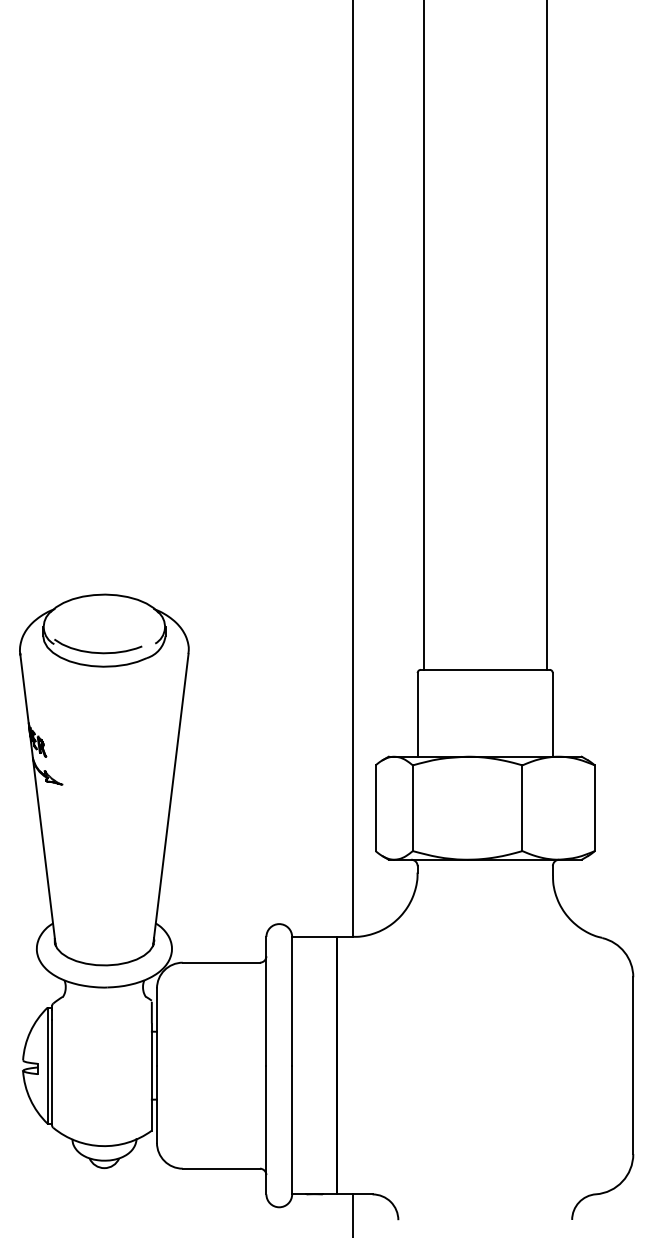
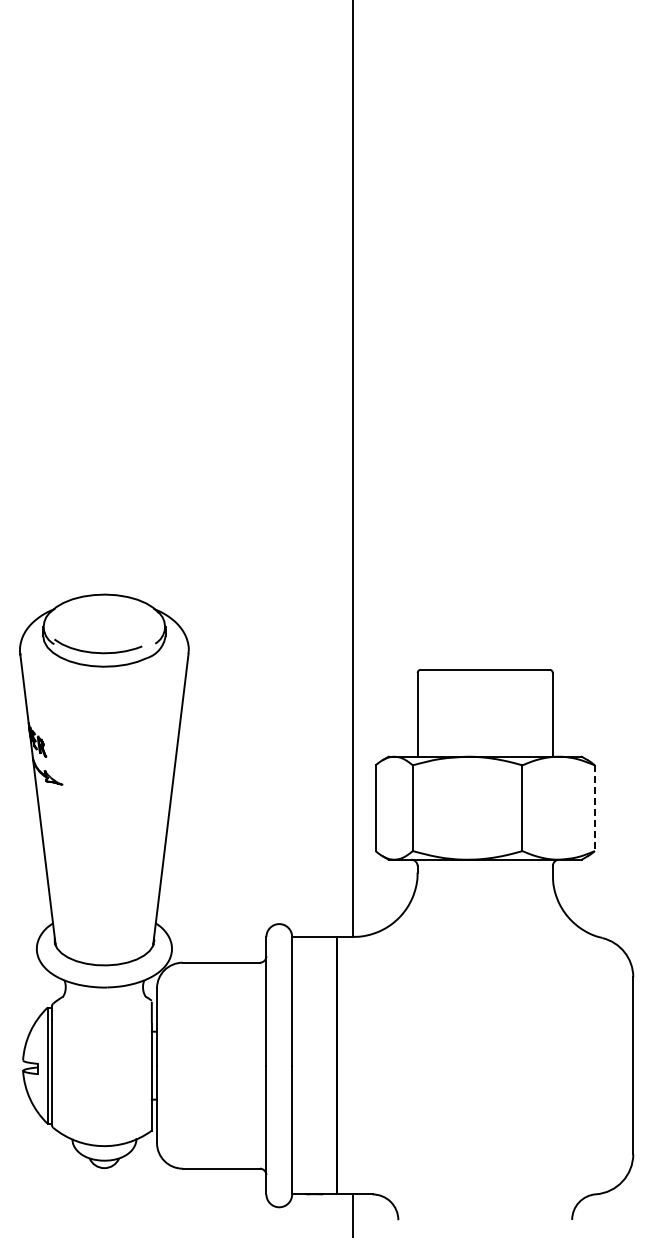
line at (423, 335): present -> none
line at (546, 335): present -> none
line at (594, 808): solid -> dashed
